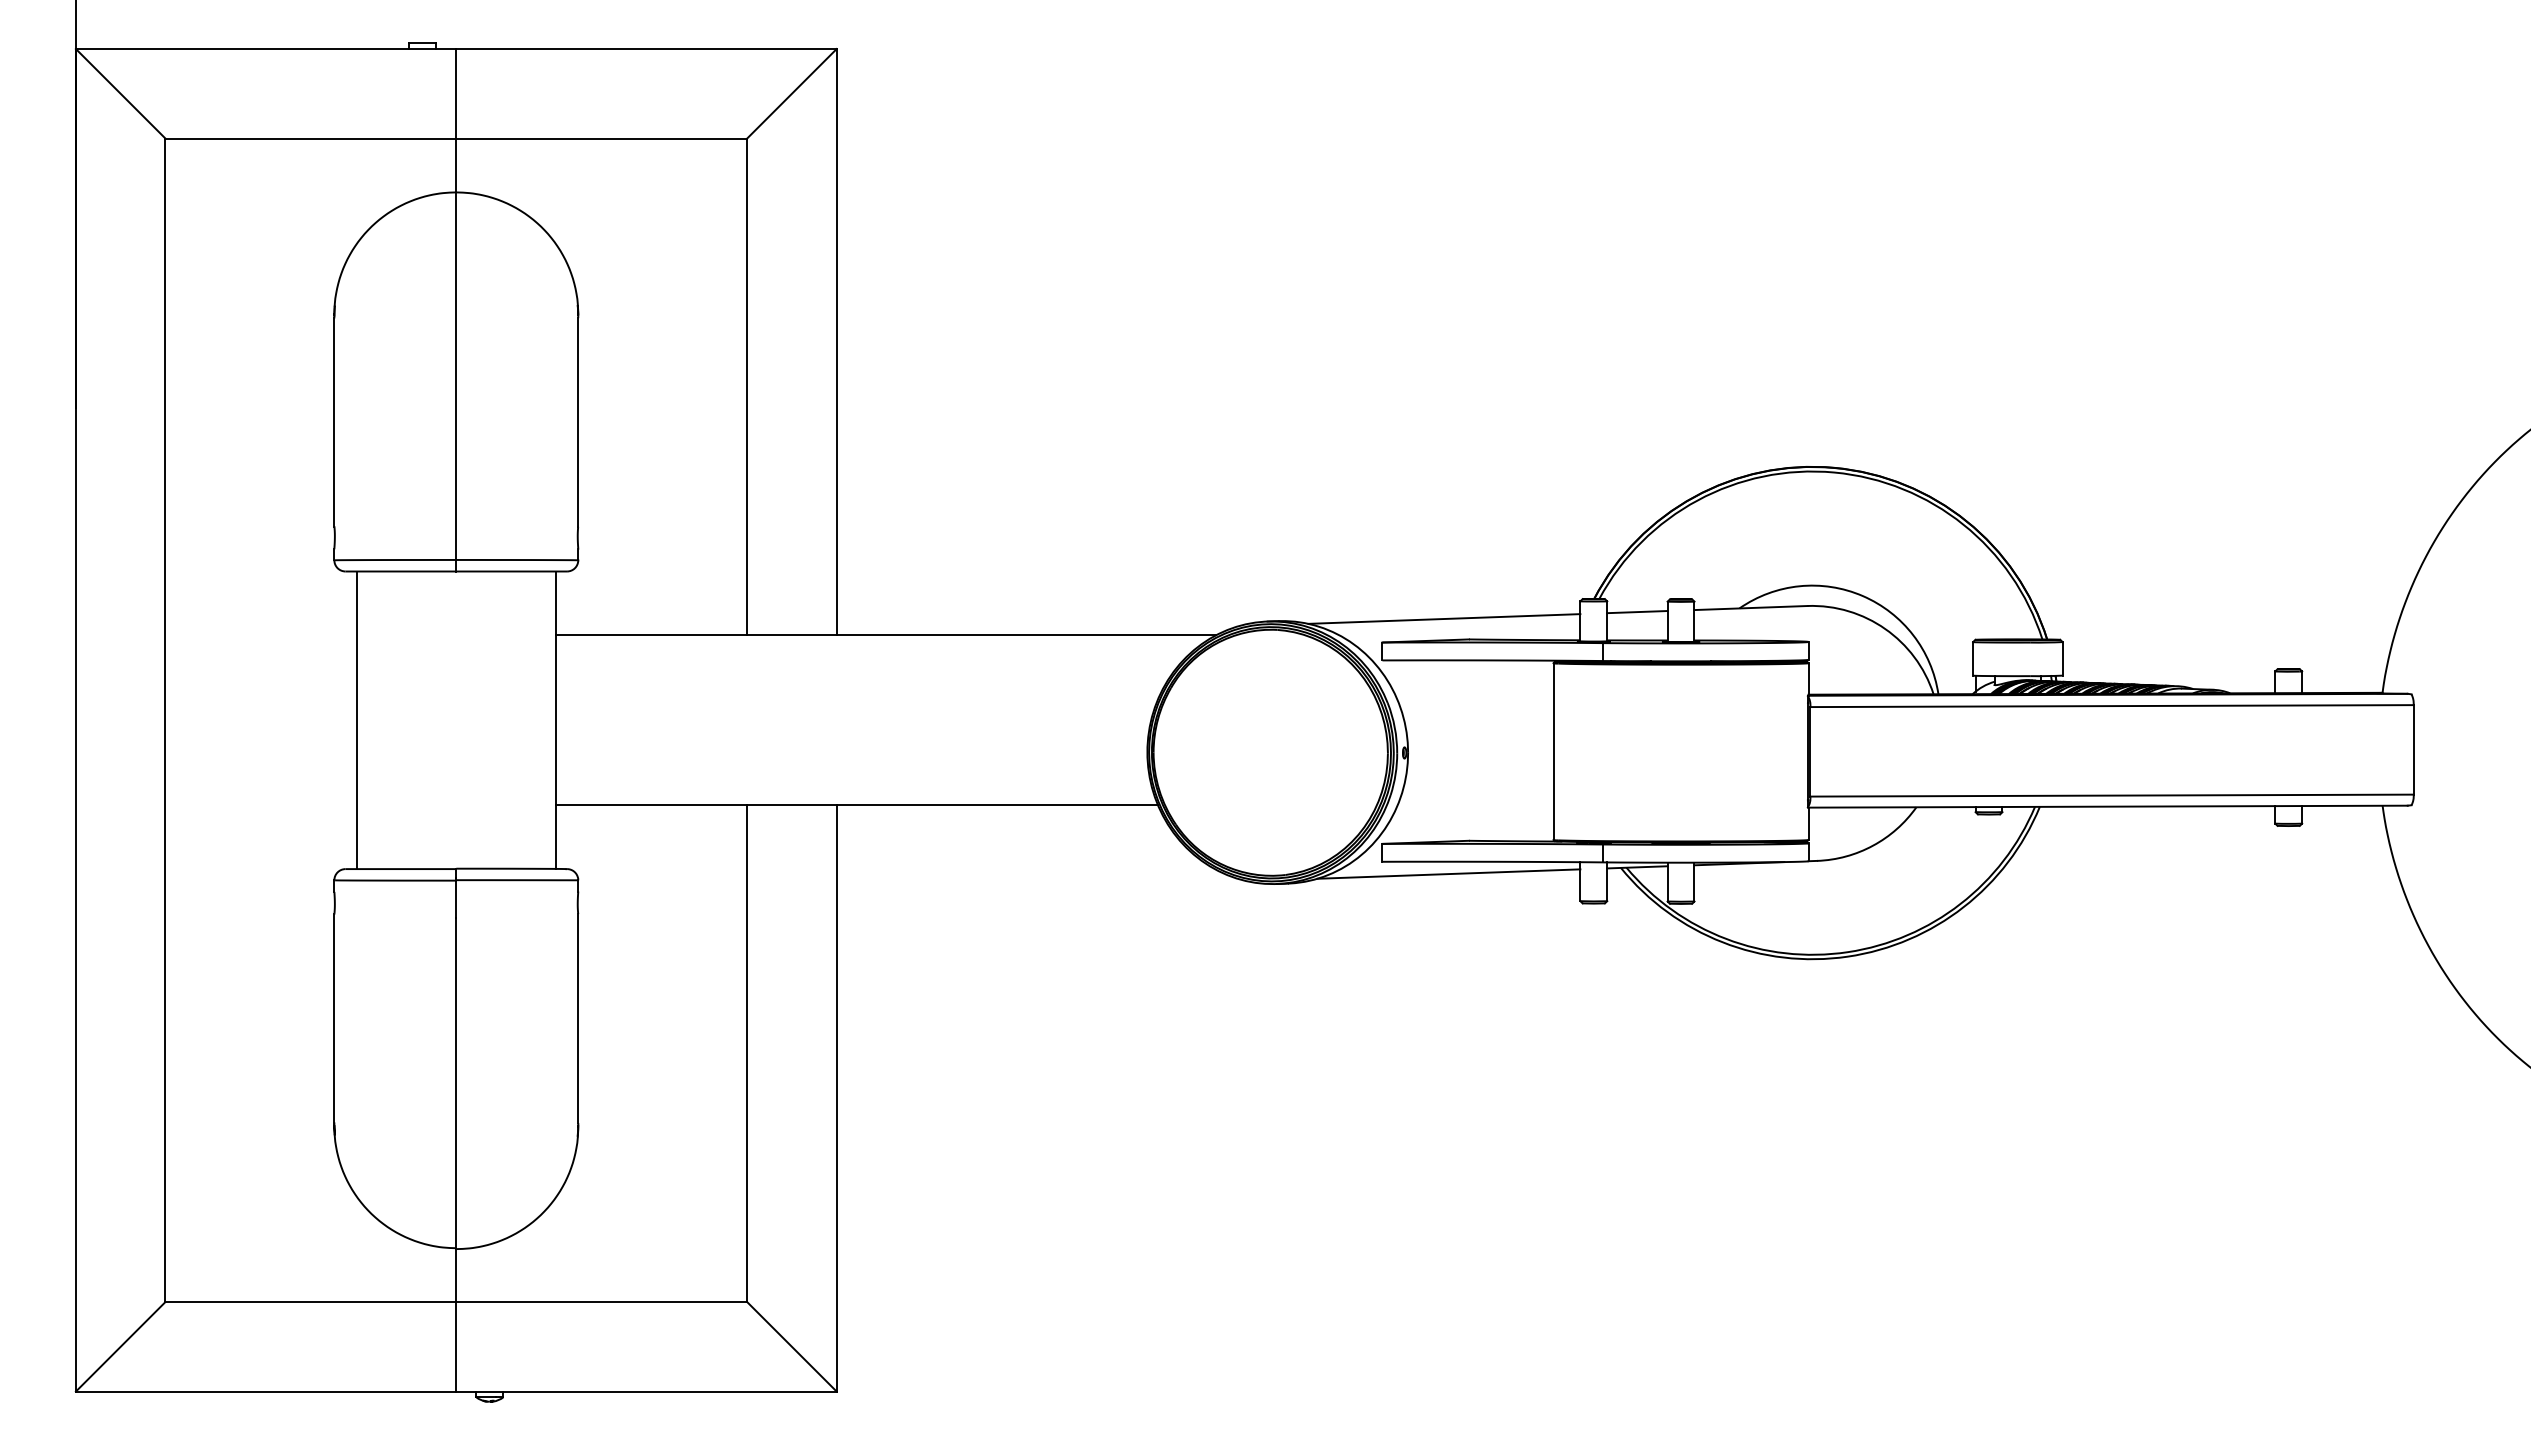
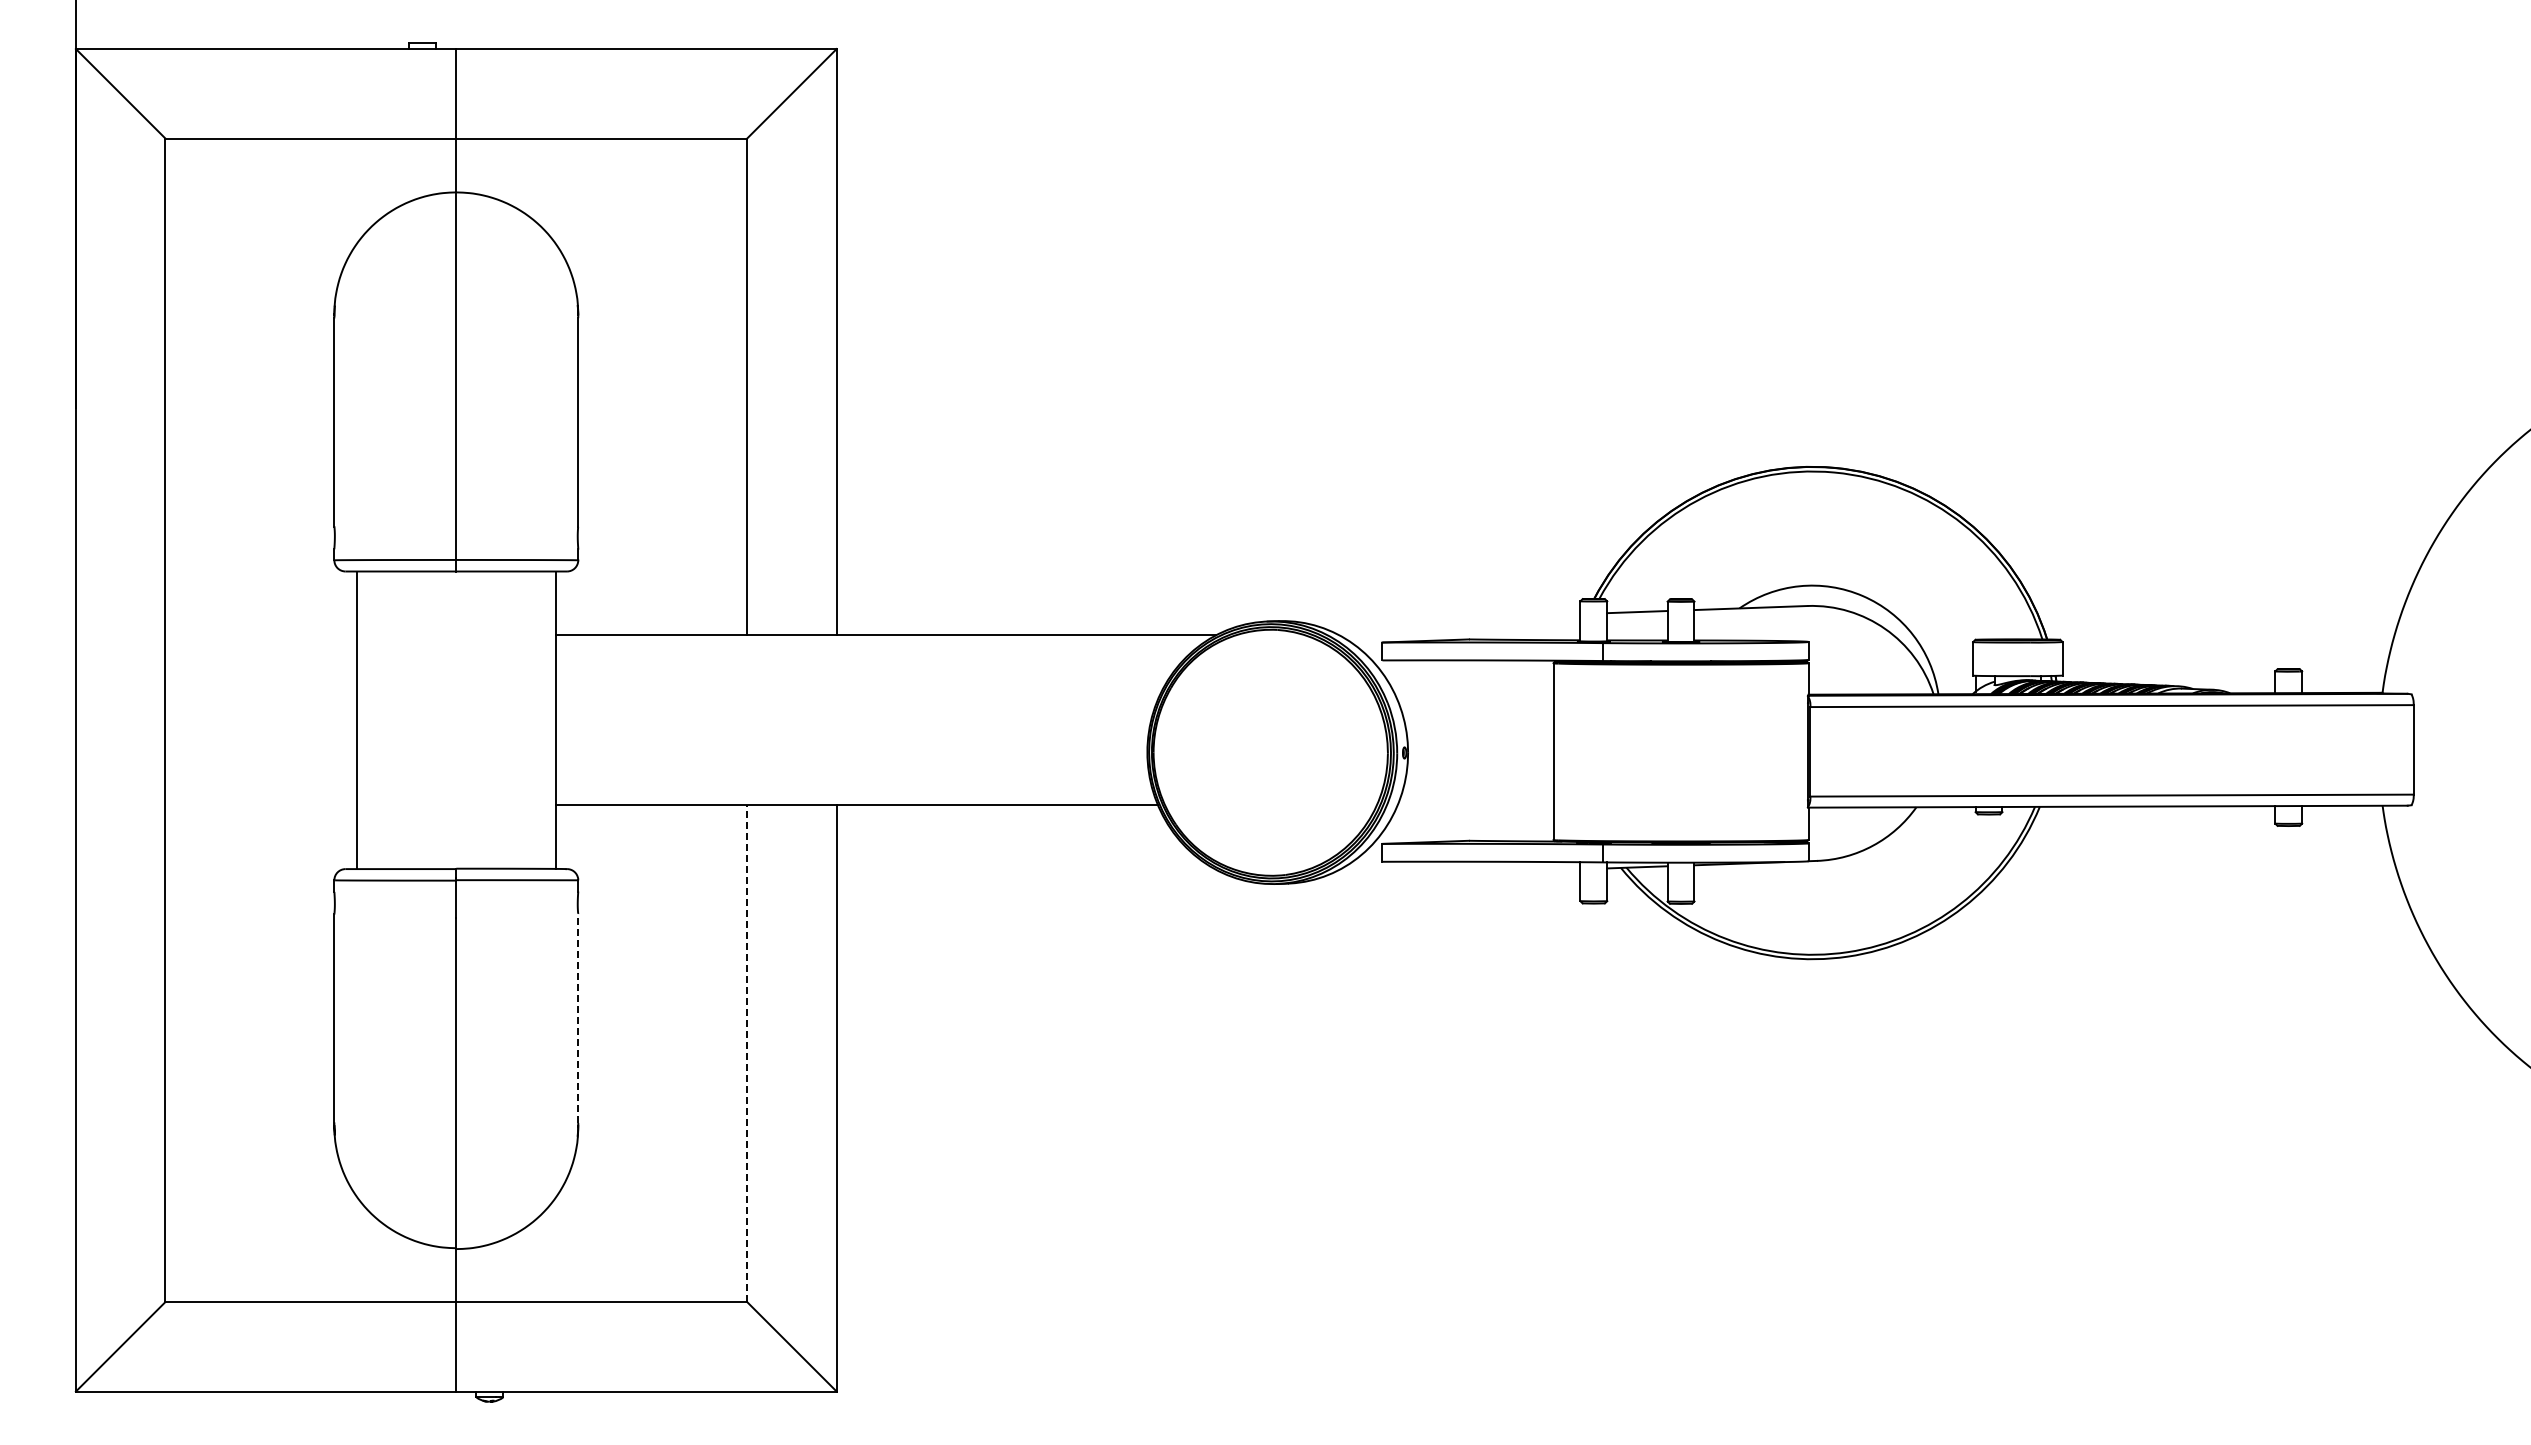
line at (1444, 618): present -> none
line at (1448, 873): present -> none
line at (578, 1018): solid -> dashed
line at (747, 1053): solid -> dashed
